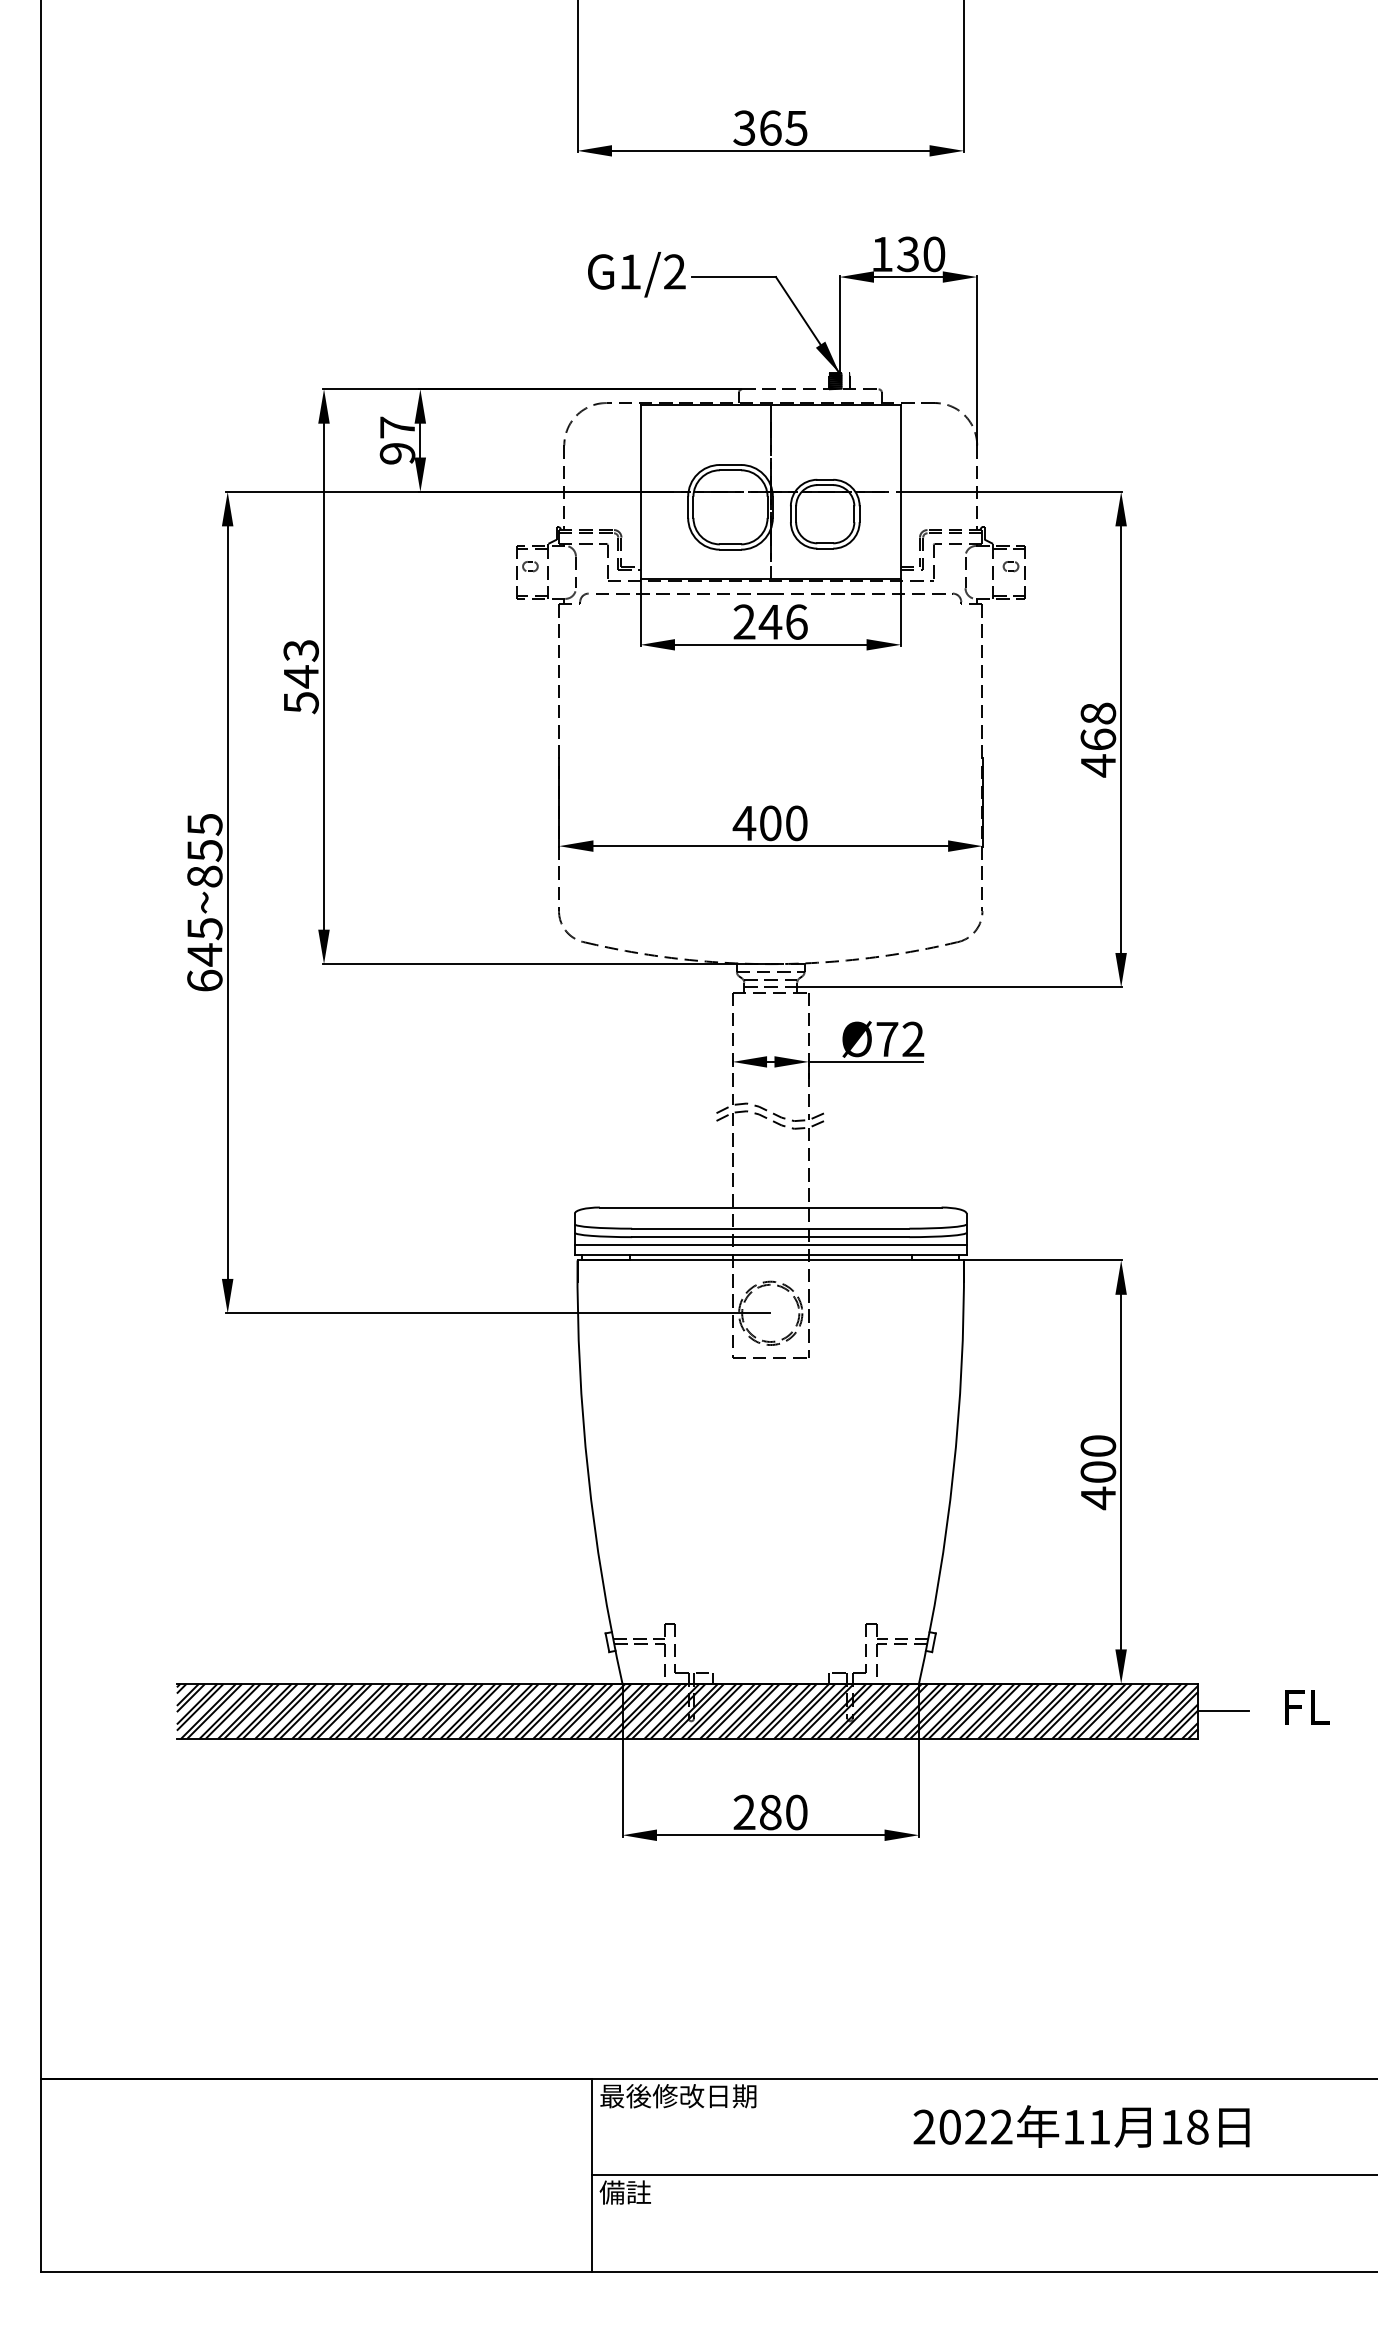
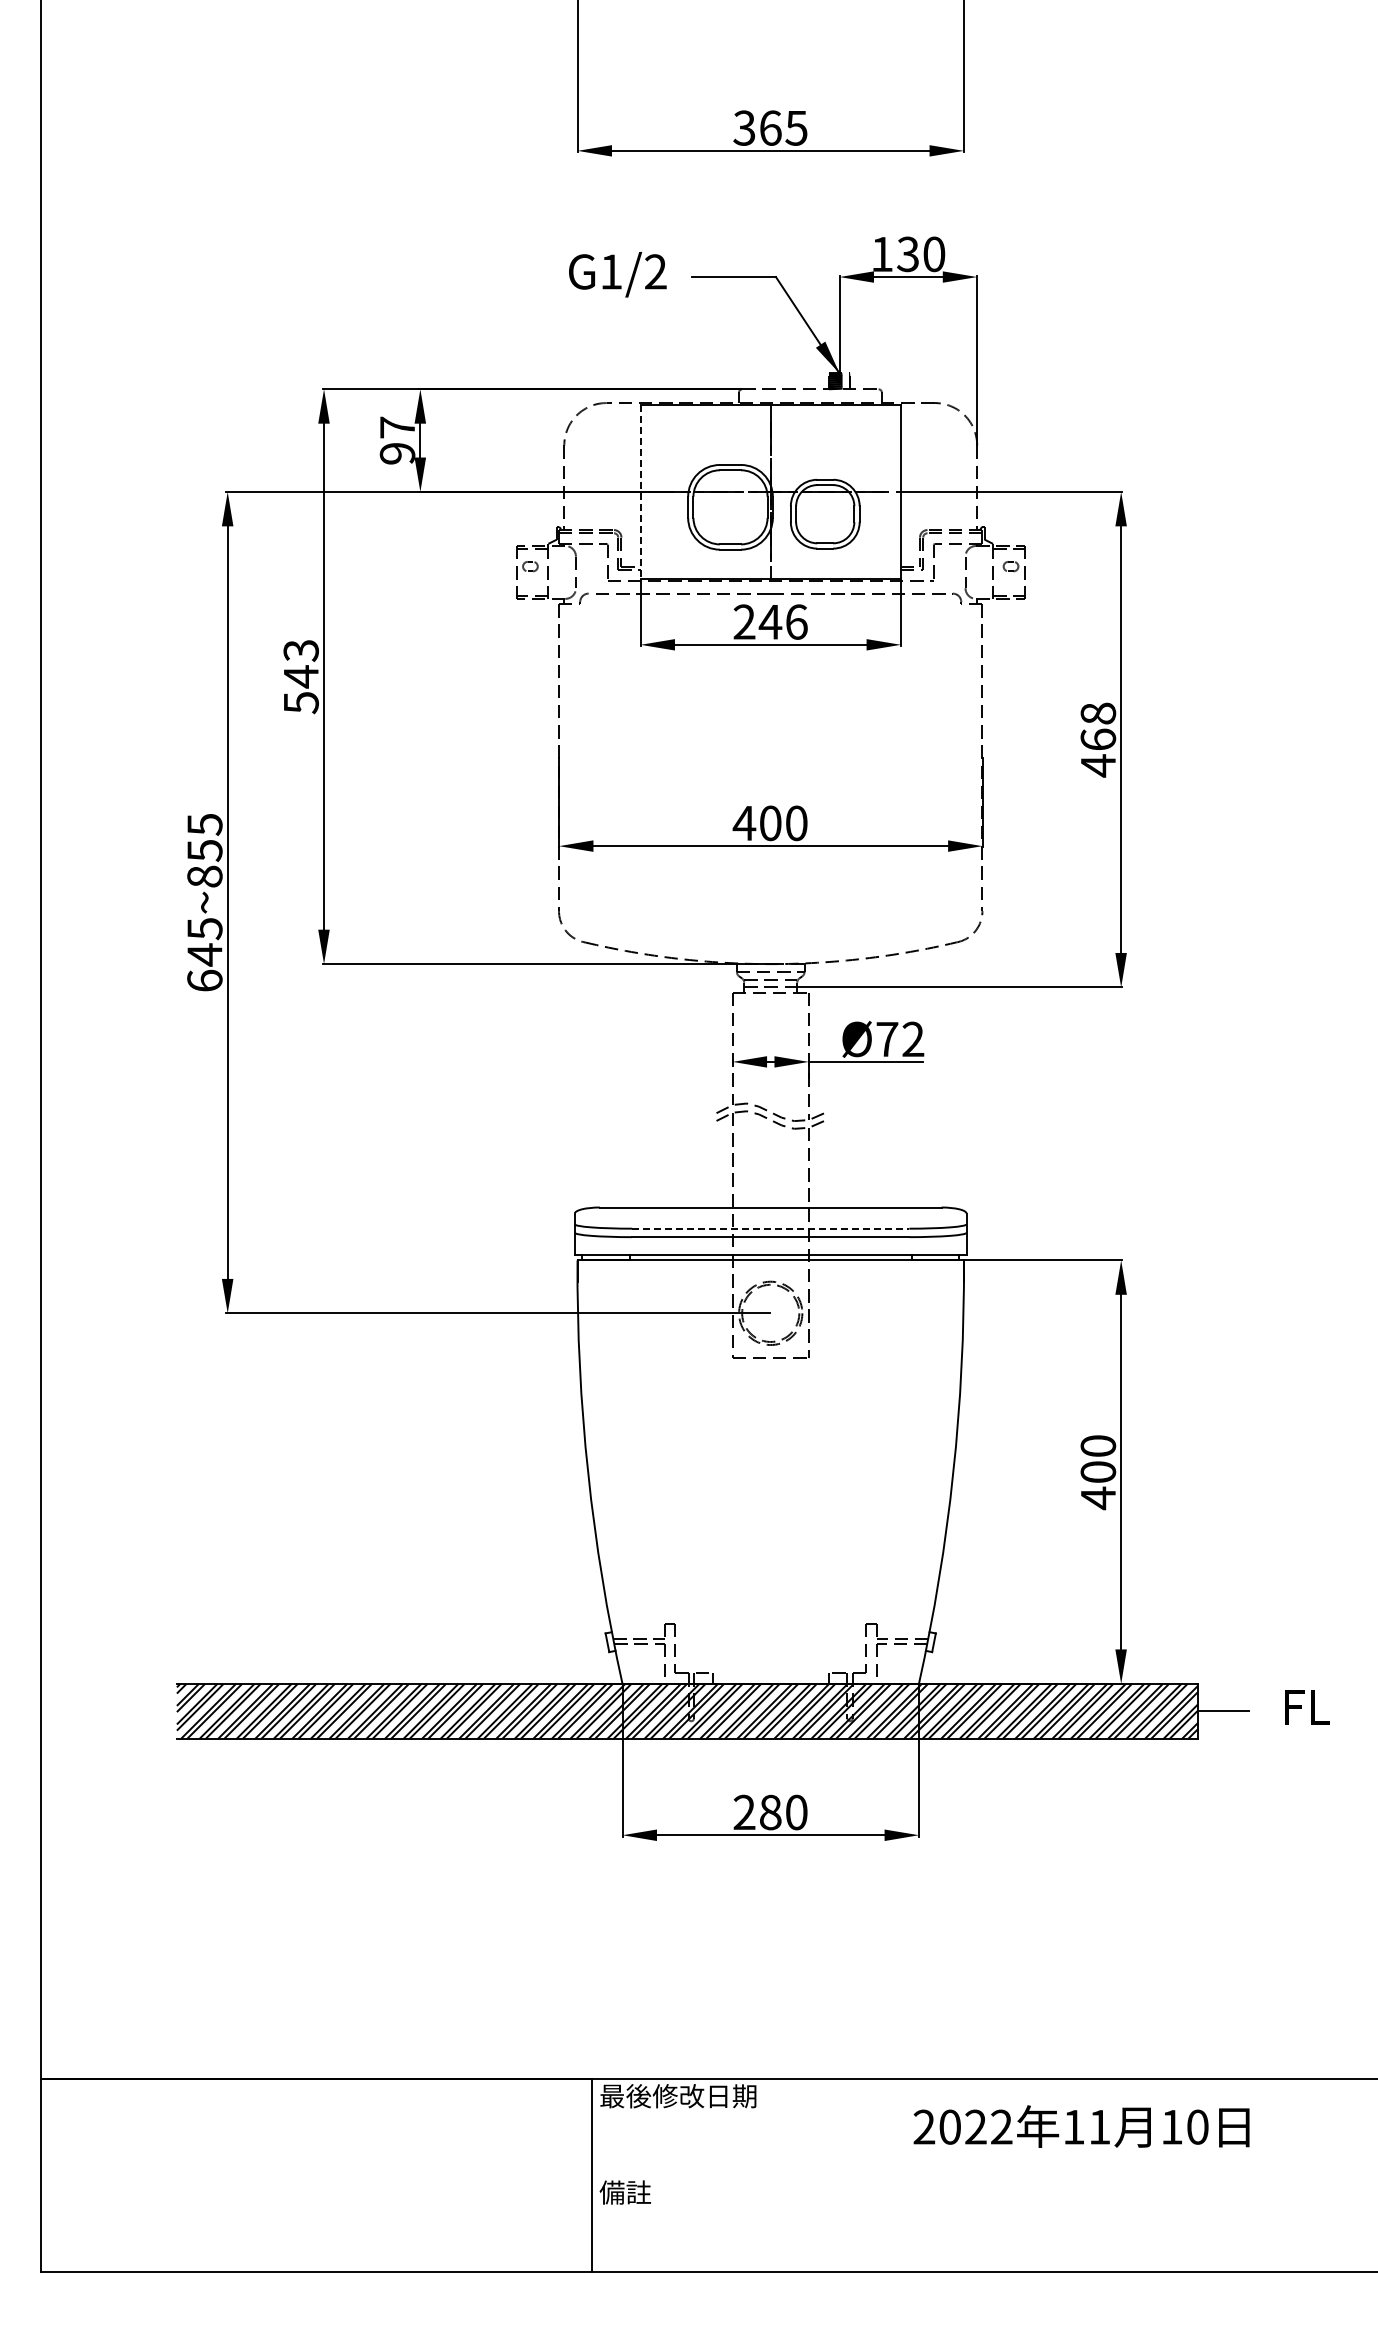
text at (636, 274) position: (636, 274) -> (617, 274)
line at (640, 492): solid -> dashed
line at (770, 1228): solid -> dashed
line at (770, 1244): present -> none
text at (1197, 2126): 18 -> 10
line at (982, 2175): present -> none
